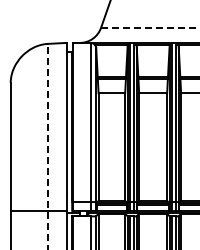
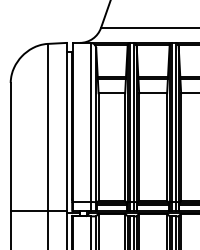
line at (151, 27): dashed -> solid
line at (47, 146): dashed -> solid
